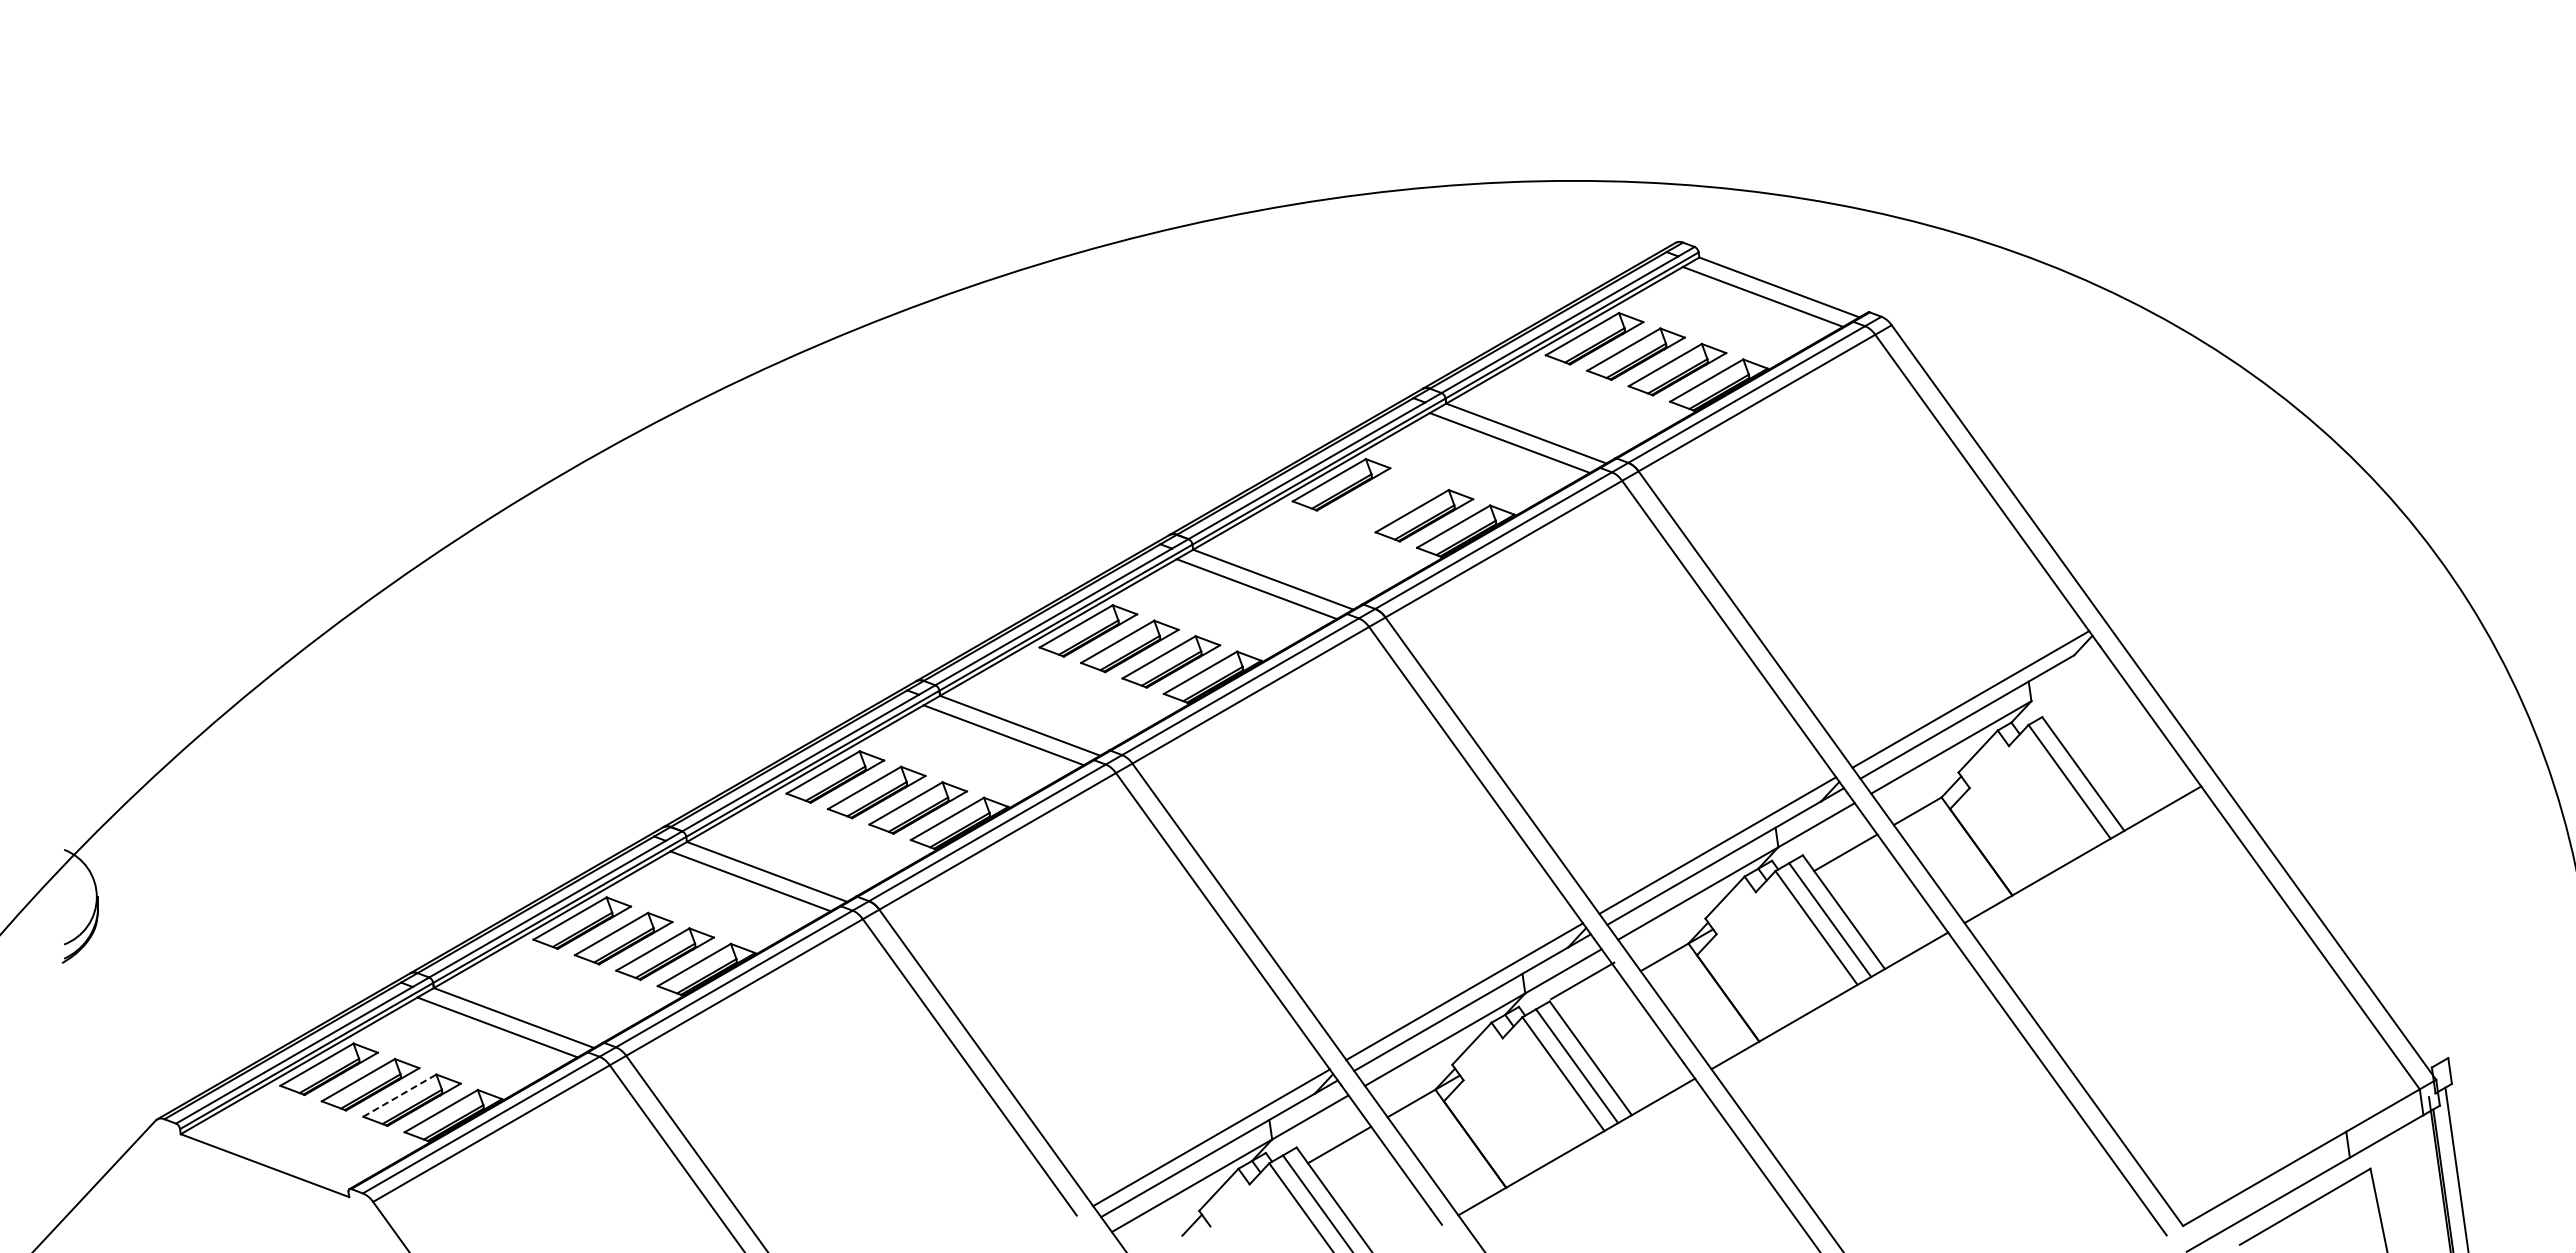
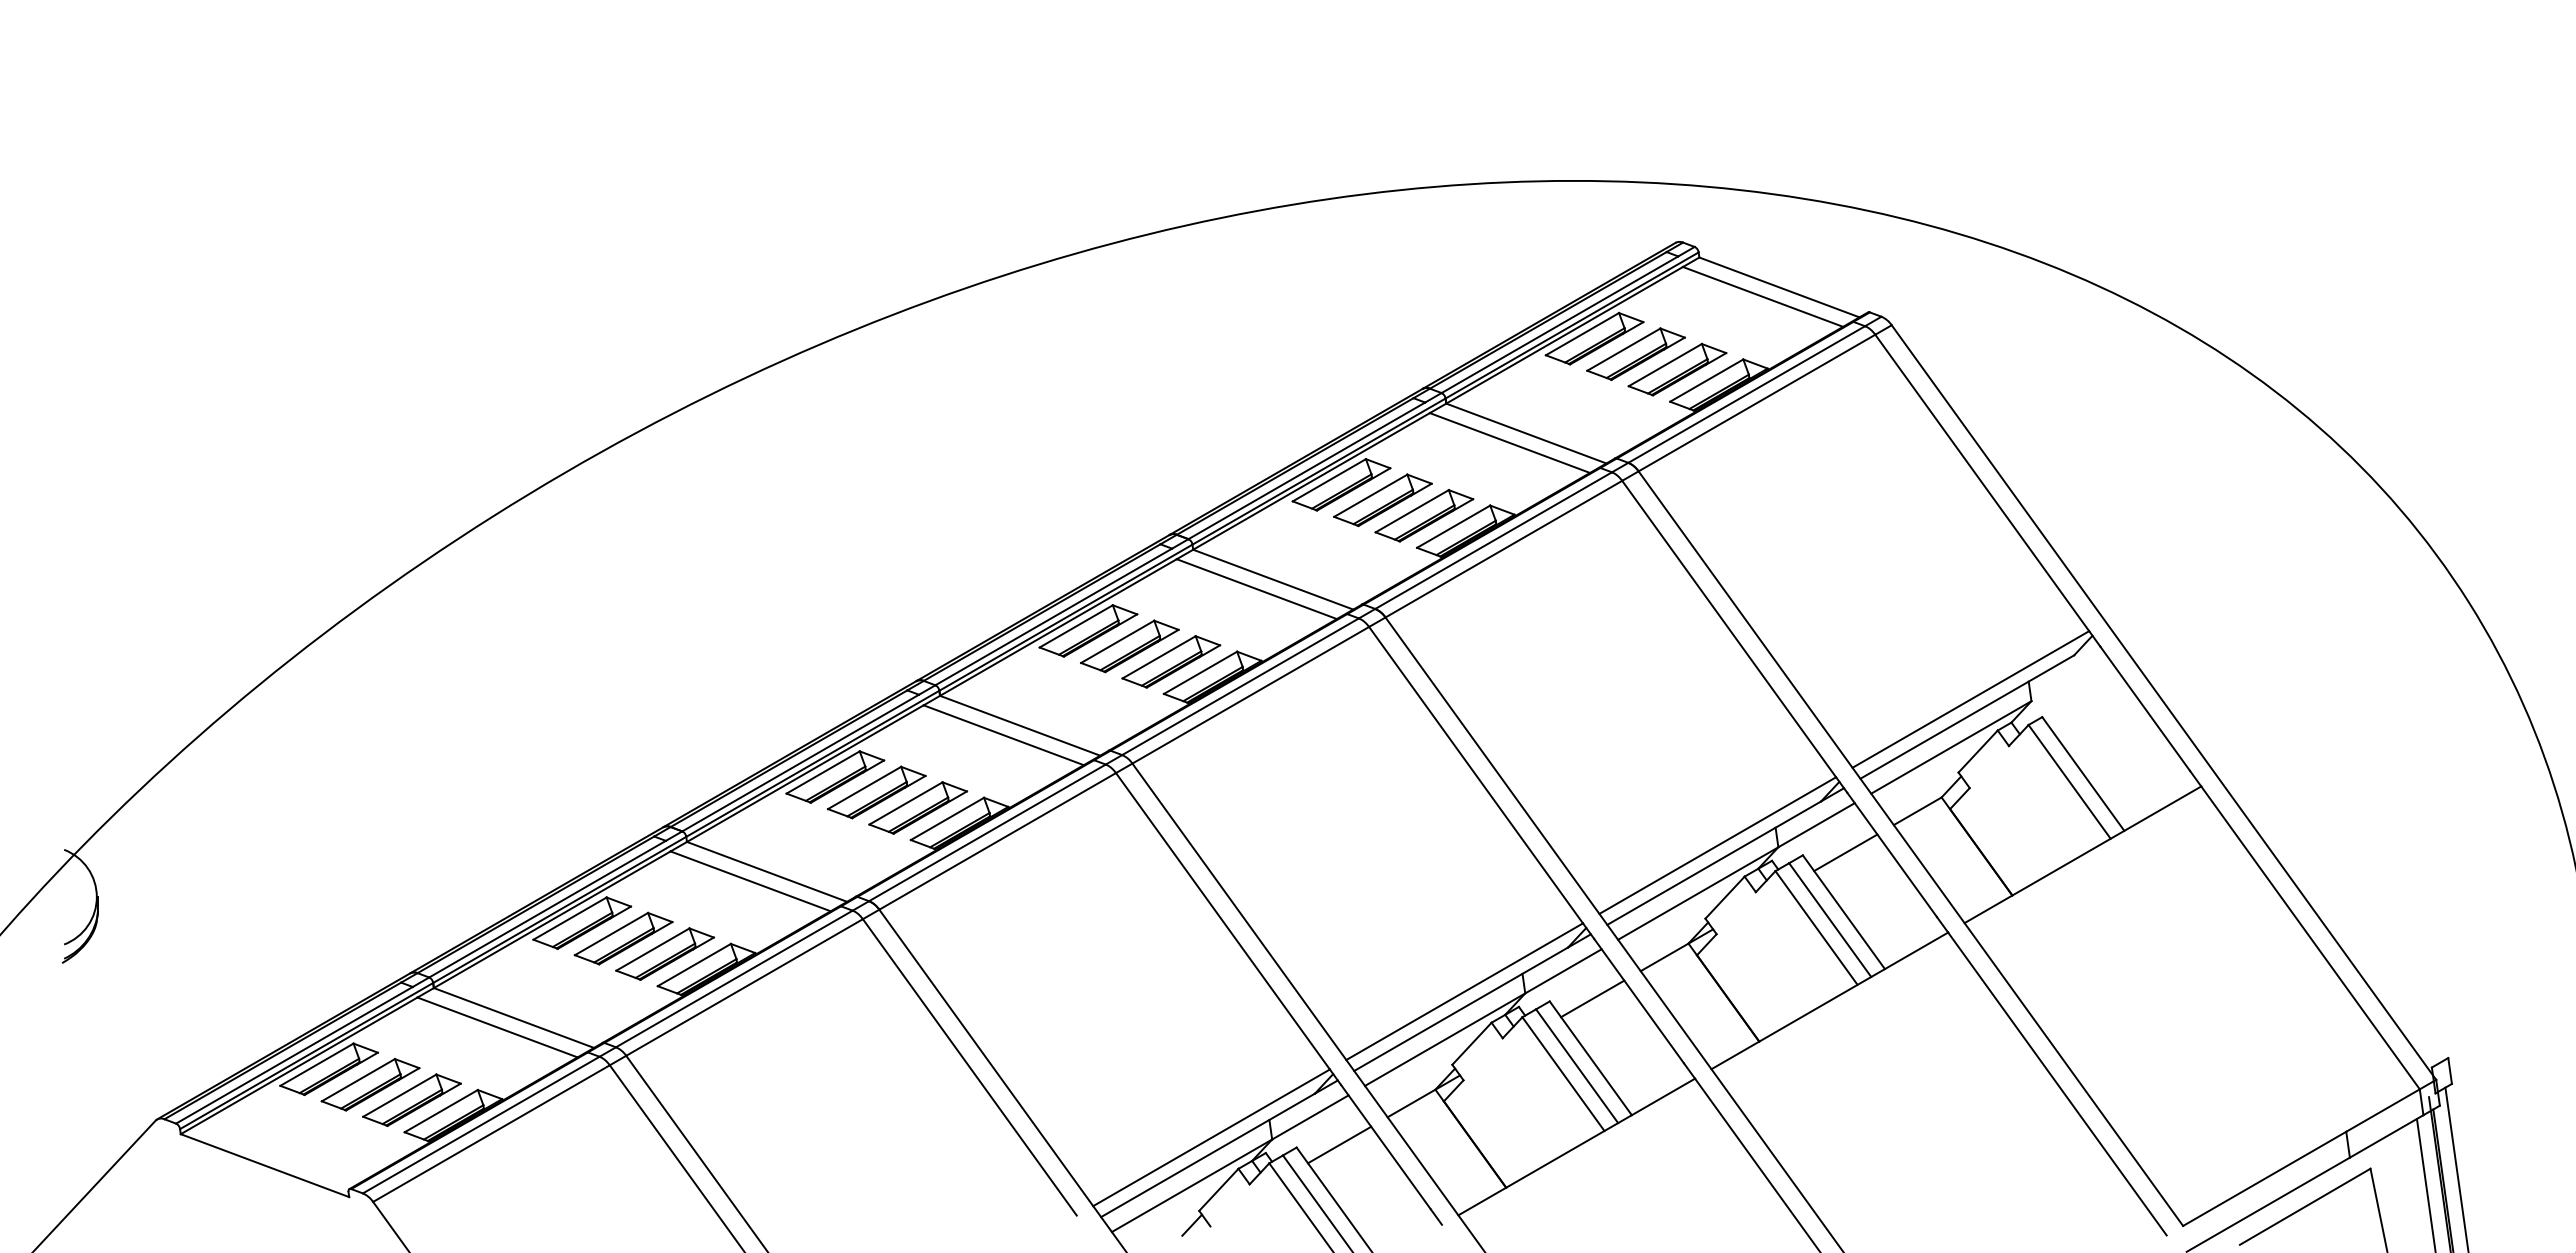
part at (1382, 500): none -> present
line at (1582, 980) position: (1582, 980) -> (1592, 998)
line at (400, 1095): dashed -> solid
line at (2425, 1183): none -> present
